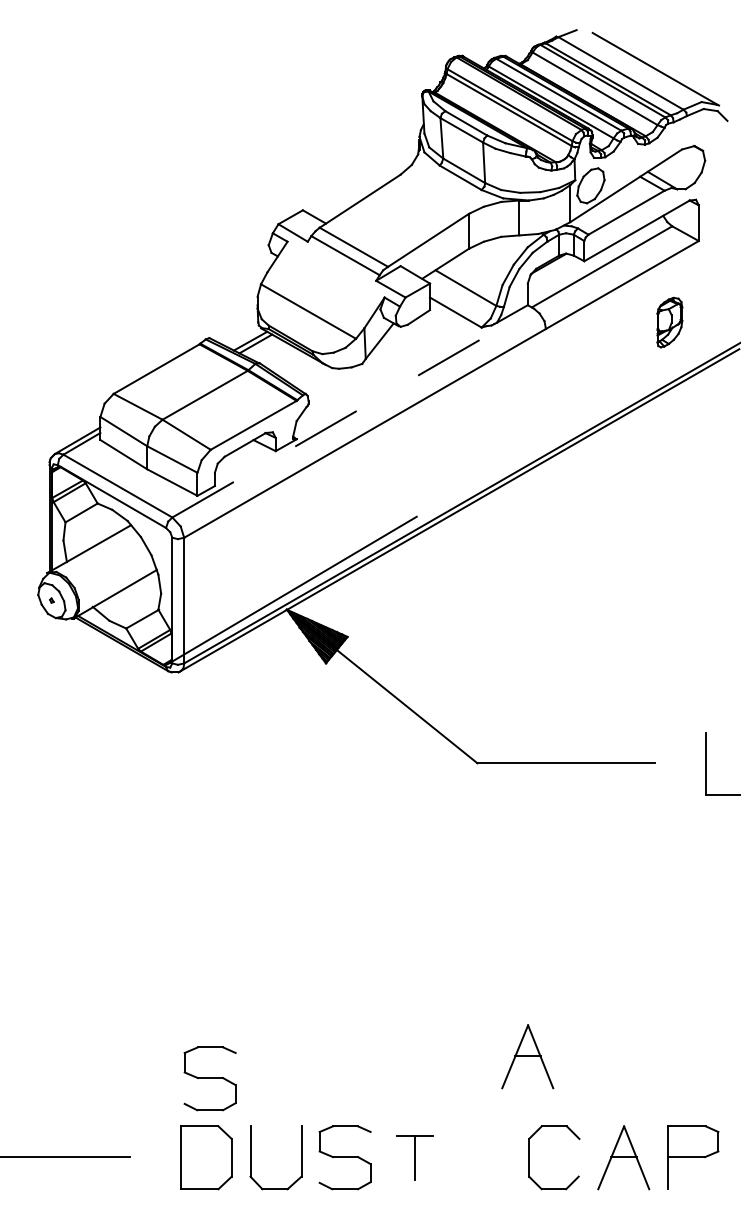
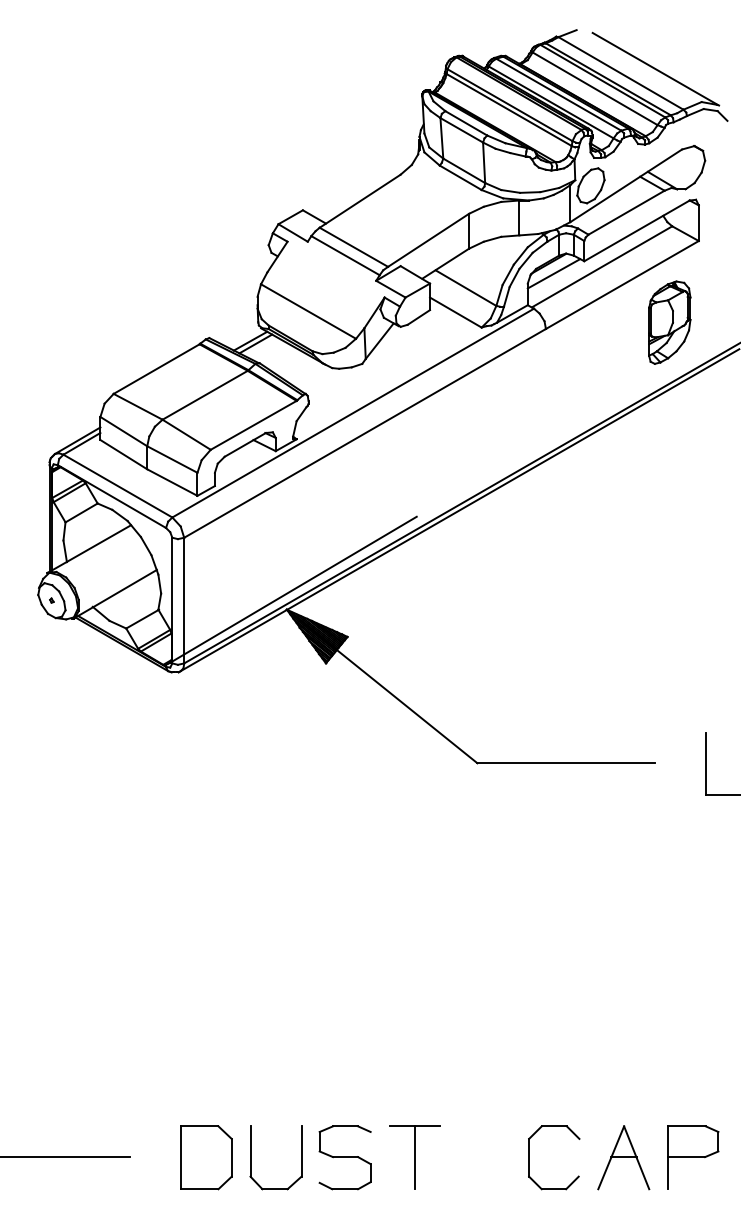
line at (553, 273): none -> present
part at (669, 322) size: 28x53 px -> 44x85 px
line at (353, 413): dashed -> solid
part at (527, 1056): present -> none
part at (209, 1078): present -> none
part at (414, 1157) size: 38x46 px -> 52x65 px
